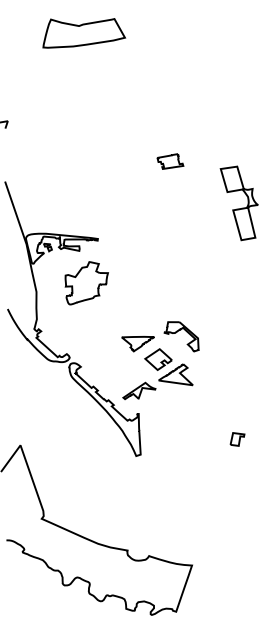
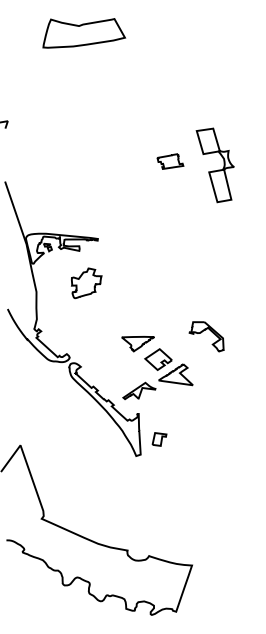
part at (238, 203) position: (238, 203) -> (214, 165)
part at (86, 283) size: 45x45 px -> 32x33 px
part at (181, 336) position: (181, 336) -> (206, 336)
part at (237, 439) position: (237, 439) -> (159, 439)
